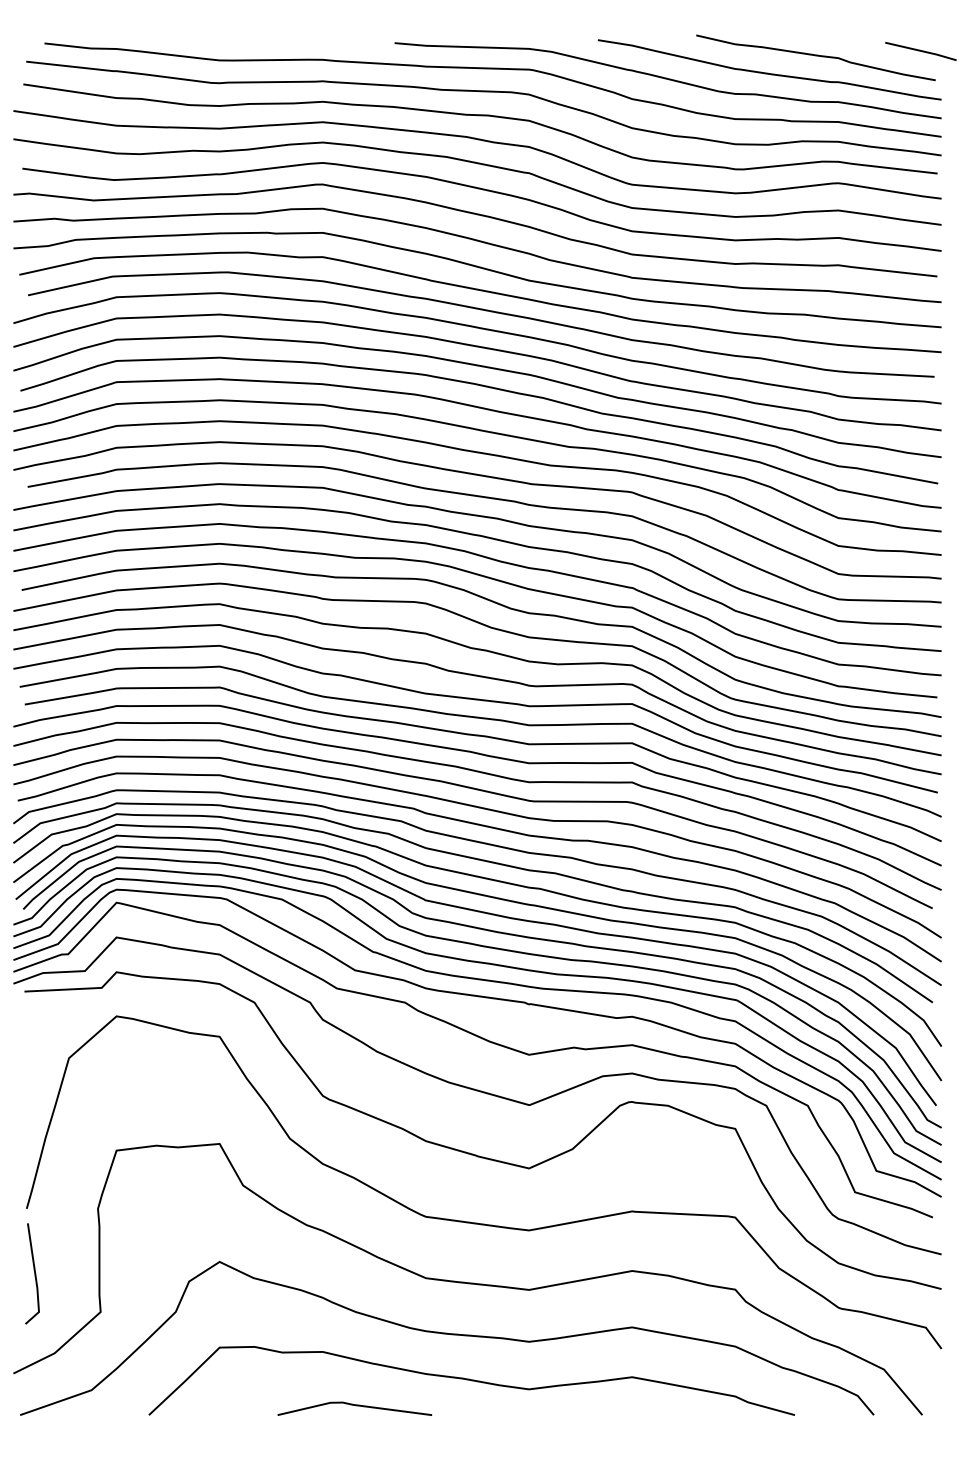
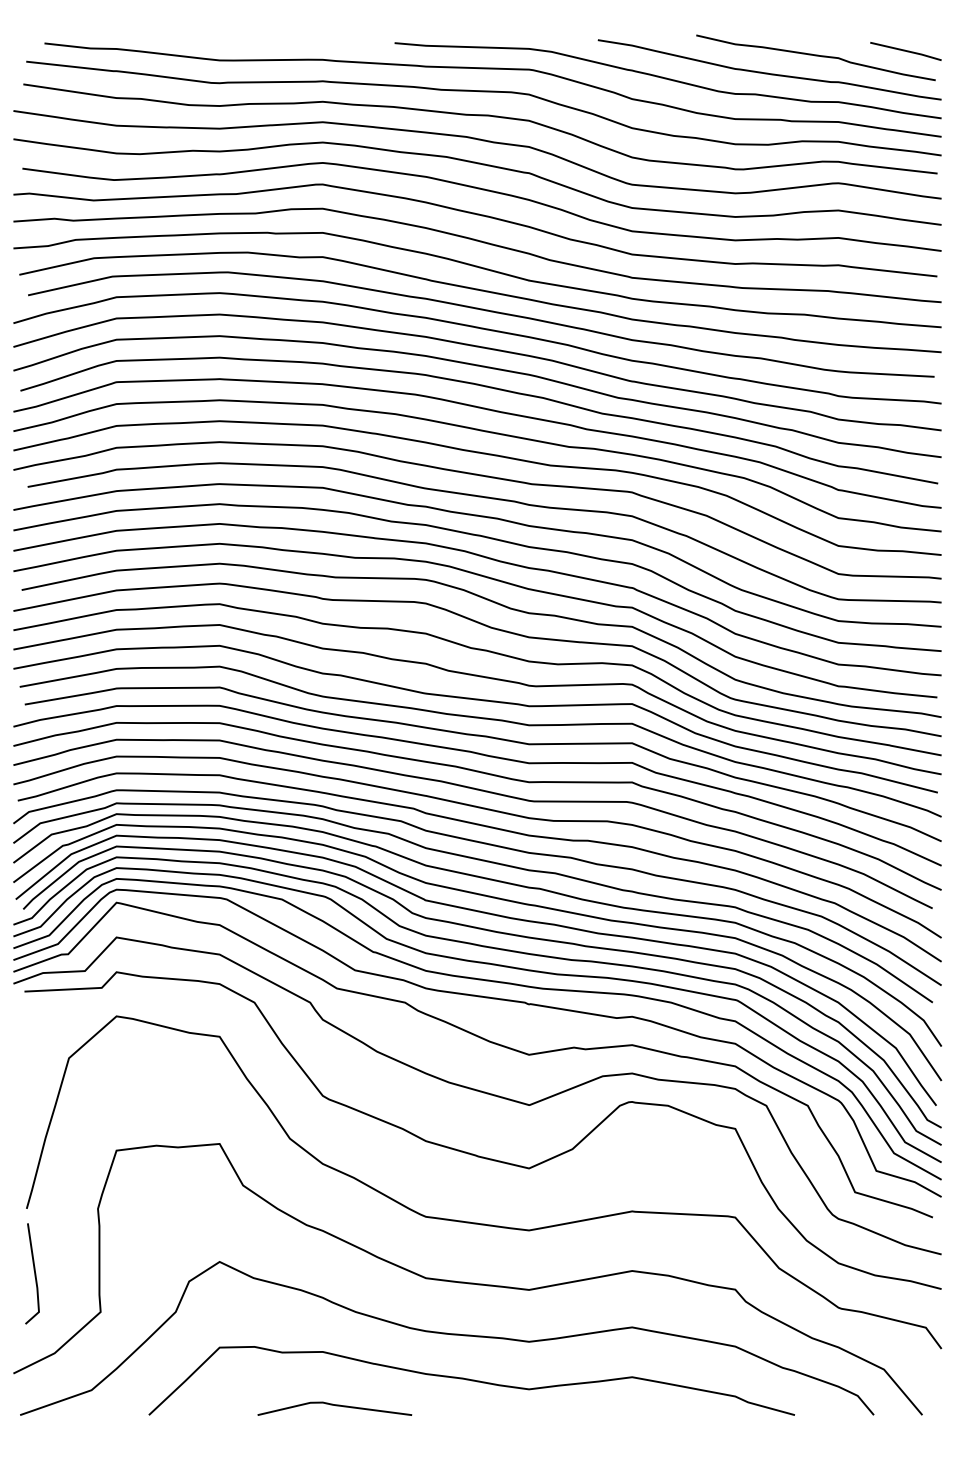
line at (920, 51) position: (920, 51) -> (905, 51)
line at (355, 1406) position: (355, 1406) -> (335, 1406)
